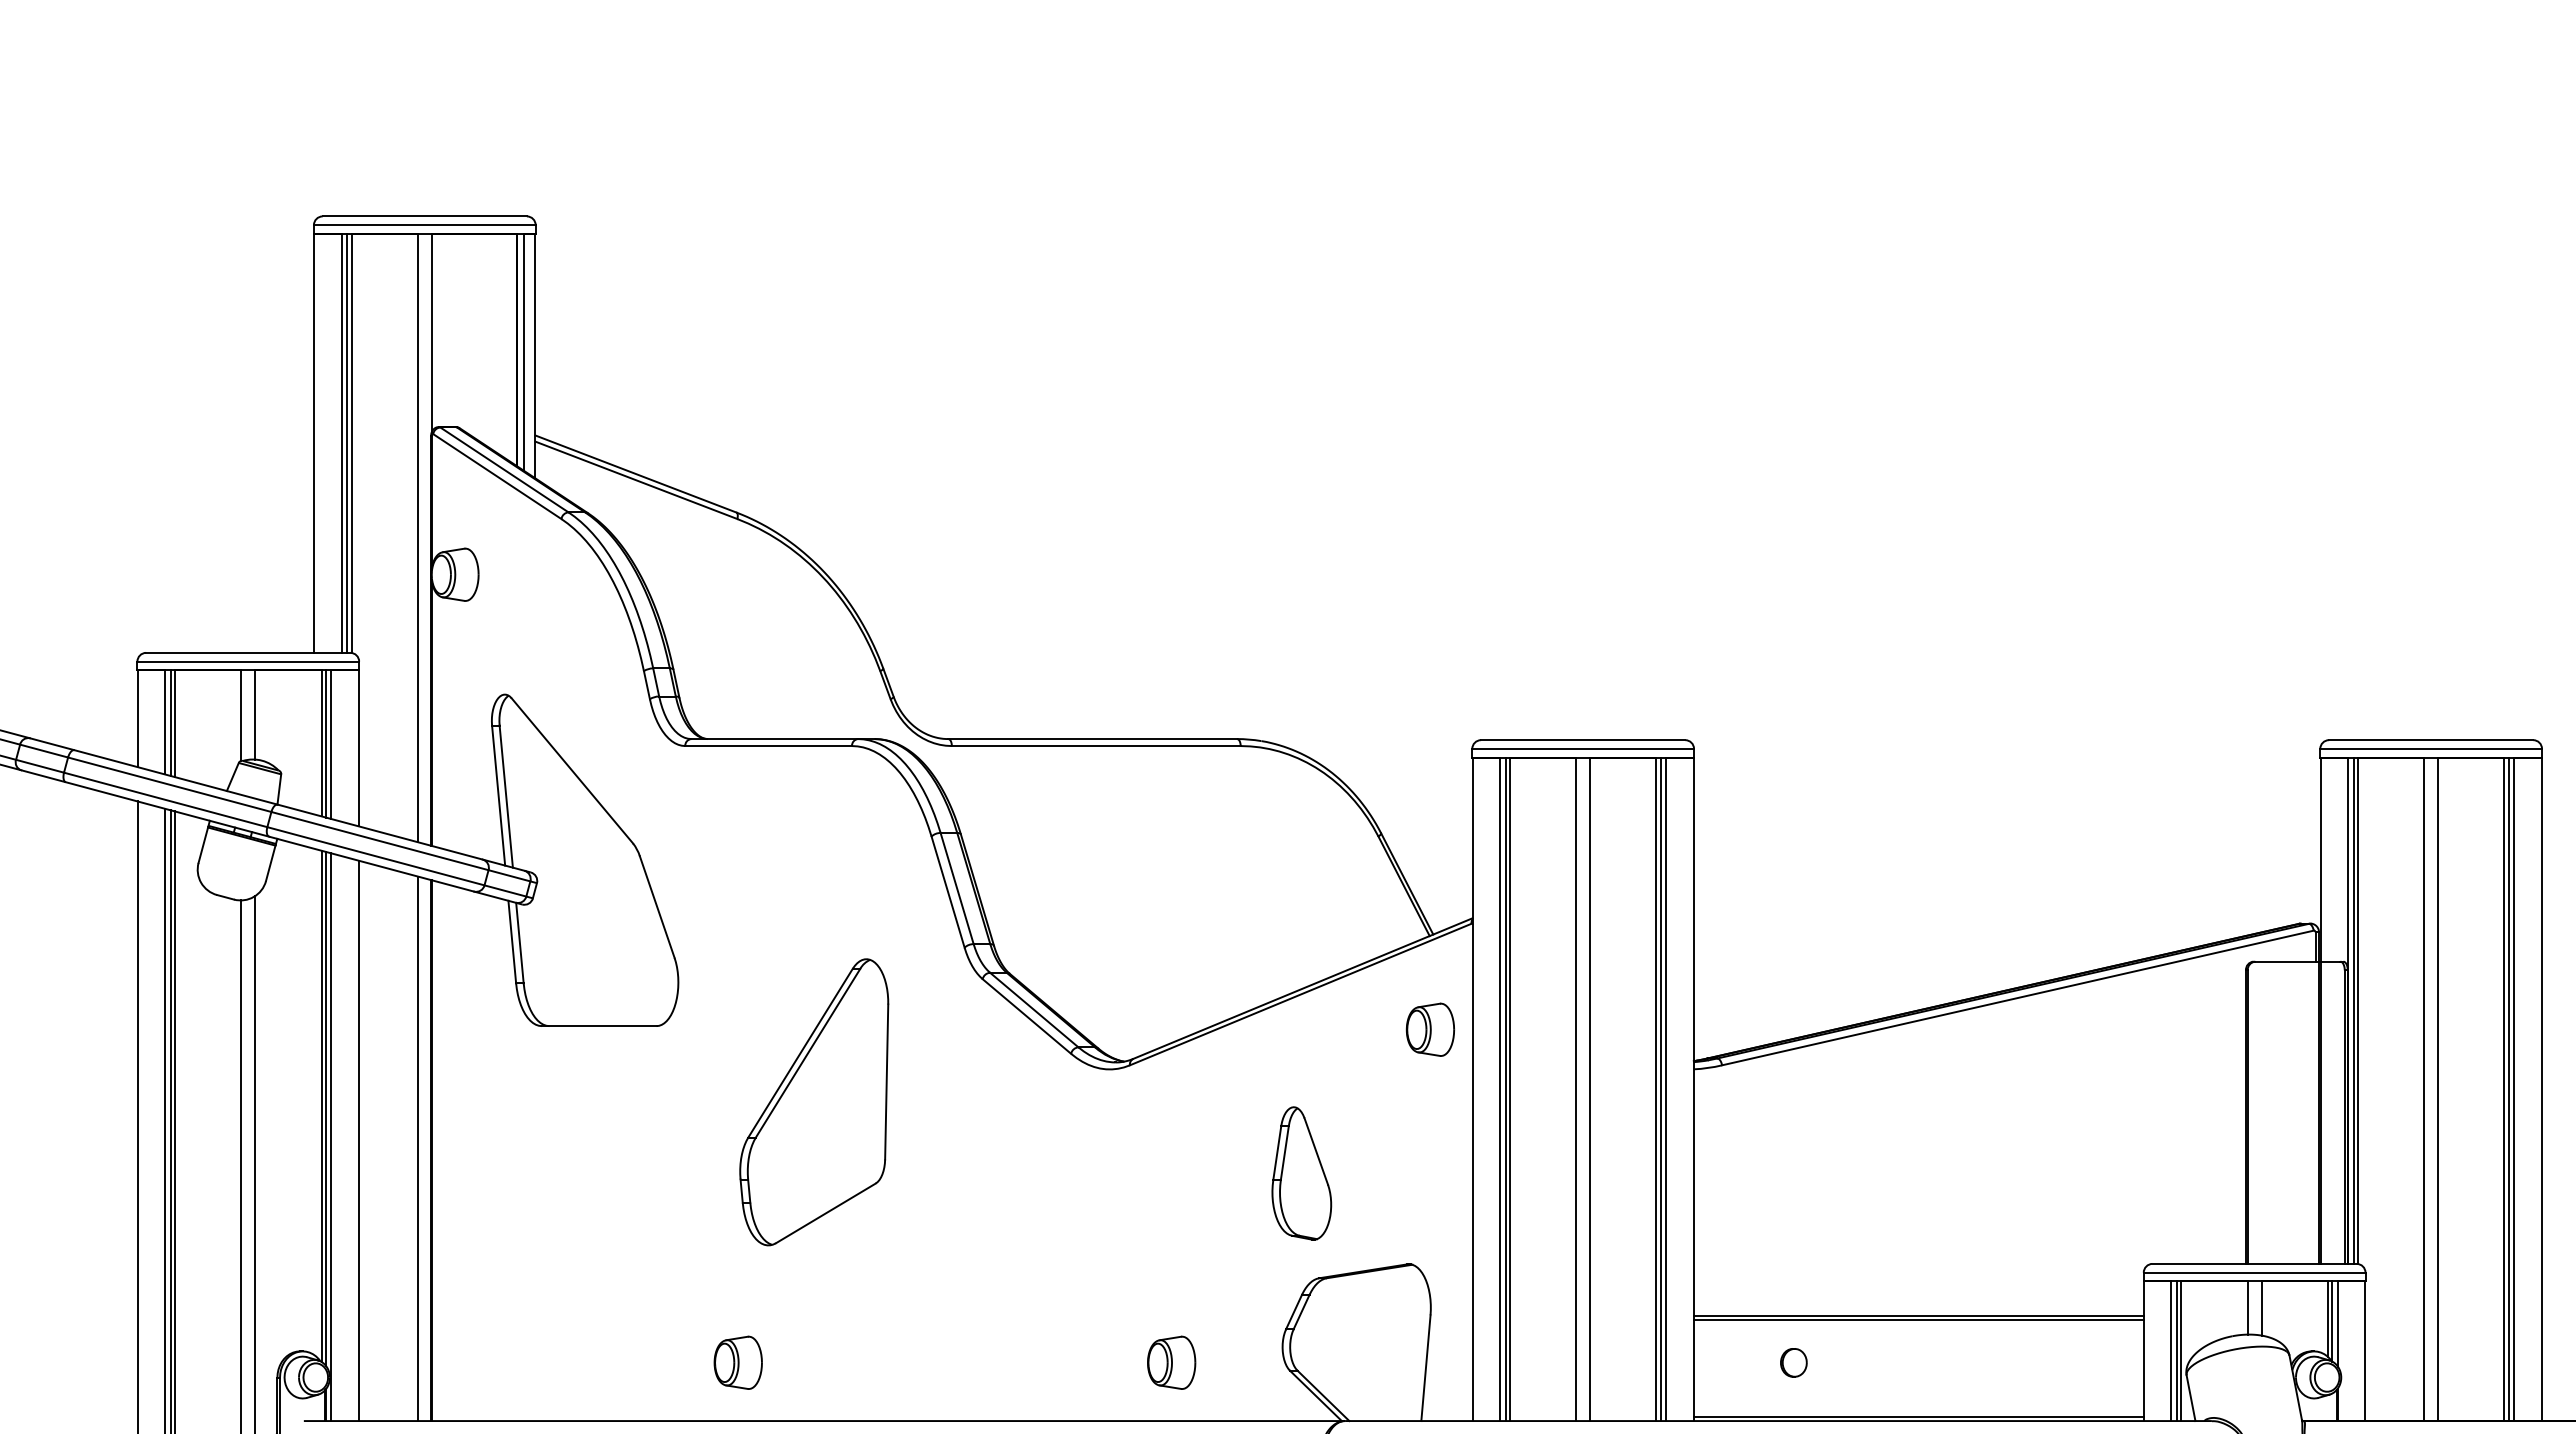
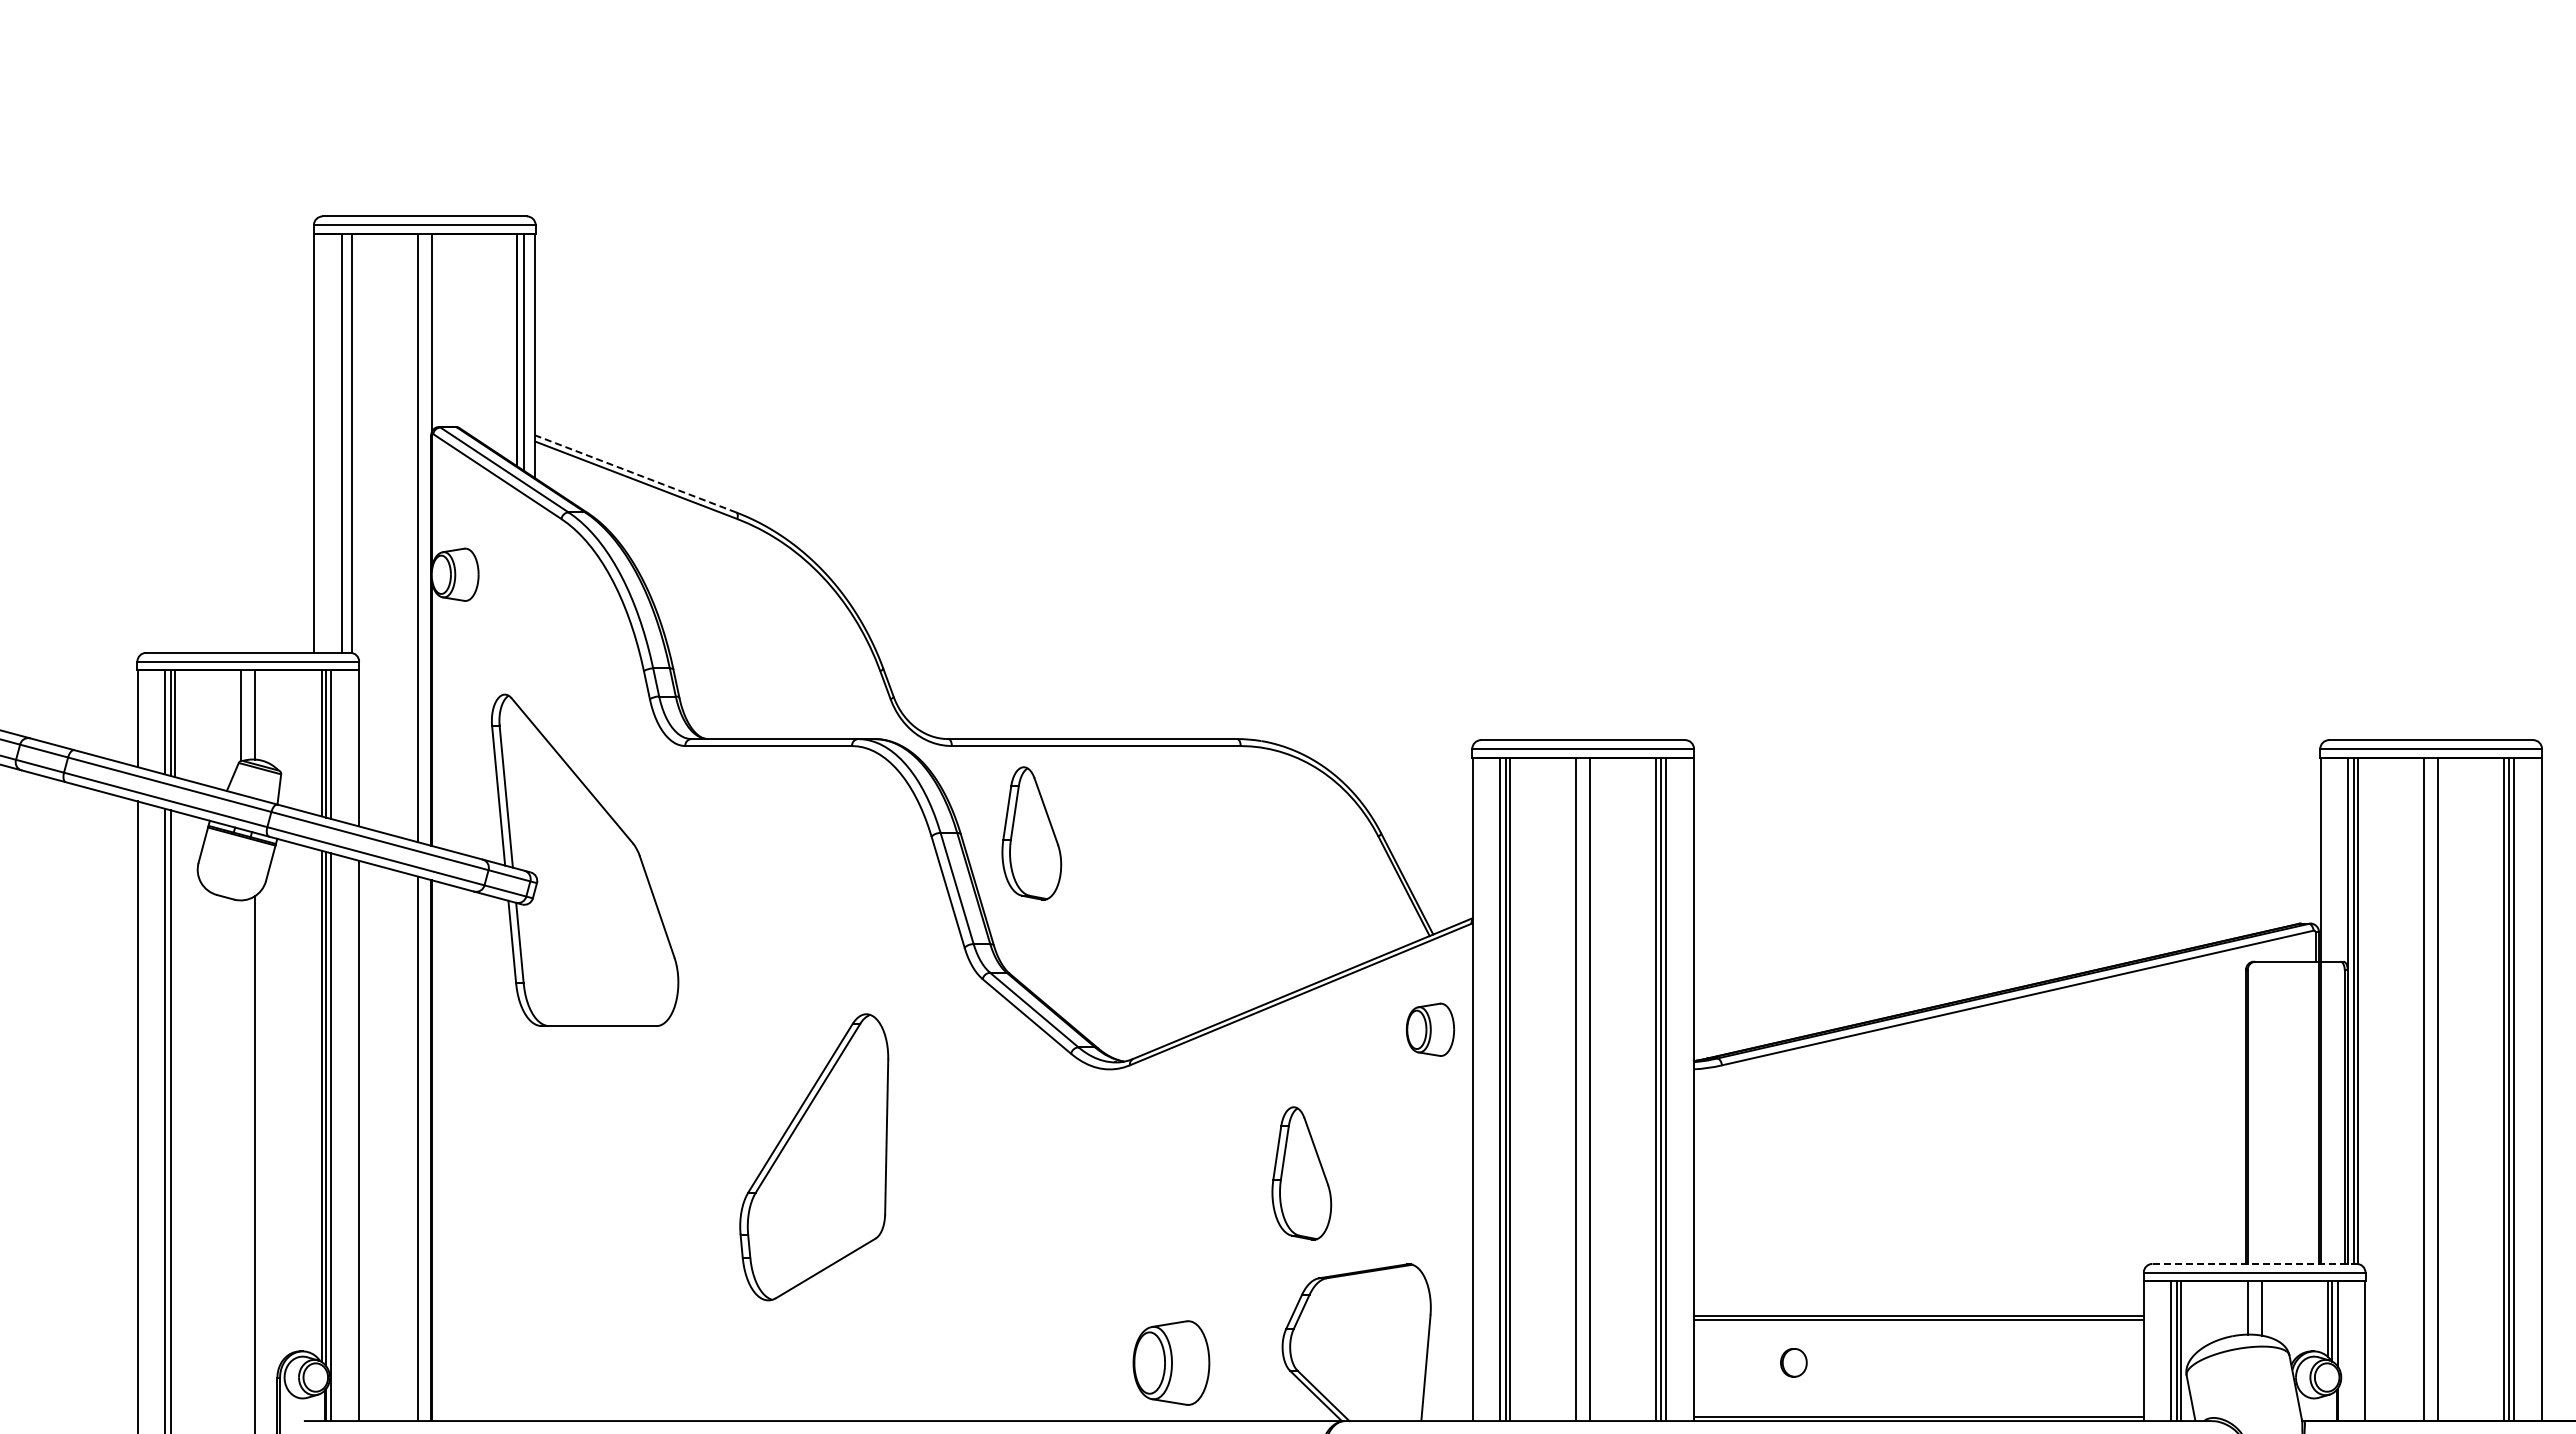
line at (347, 442): present -> none
line at (635, 474): solid -> dashed
part at (1031, 833): none -> present
part at (814, 1102) position: (814, 1102) -> (814, 1157)
line at (175, 1120): present -> none
line at (241, 1165): present -> none
line at (2255, 1263): solid -> dashed
part at (737, 1362): present -> none
part at (1171, 1362) size: 50x55 px -> 79x86 px
